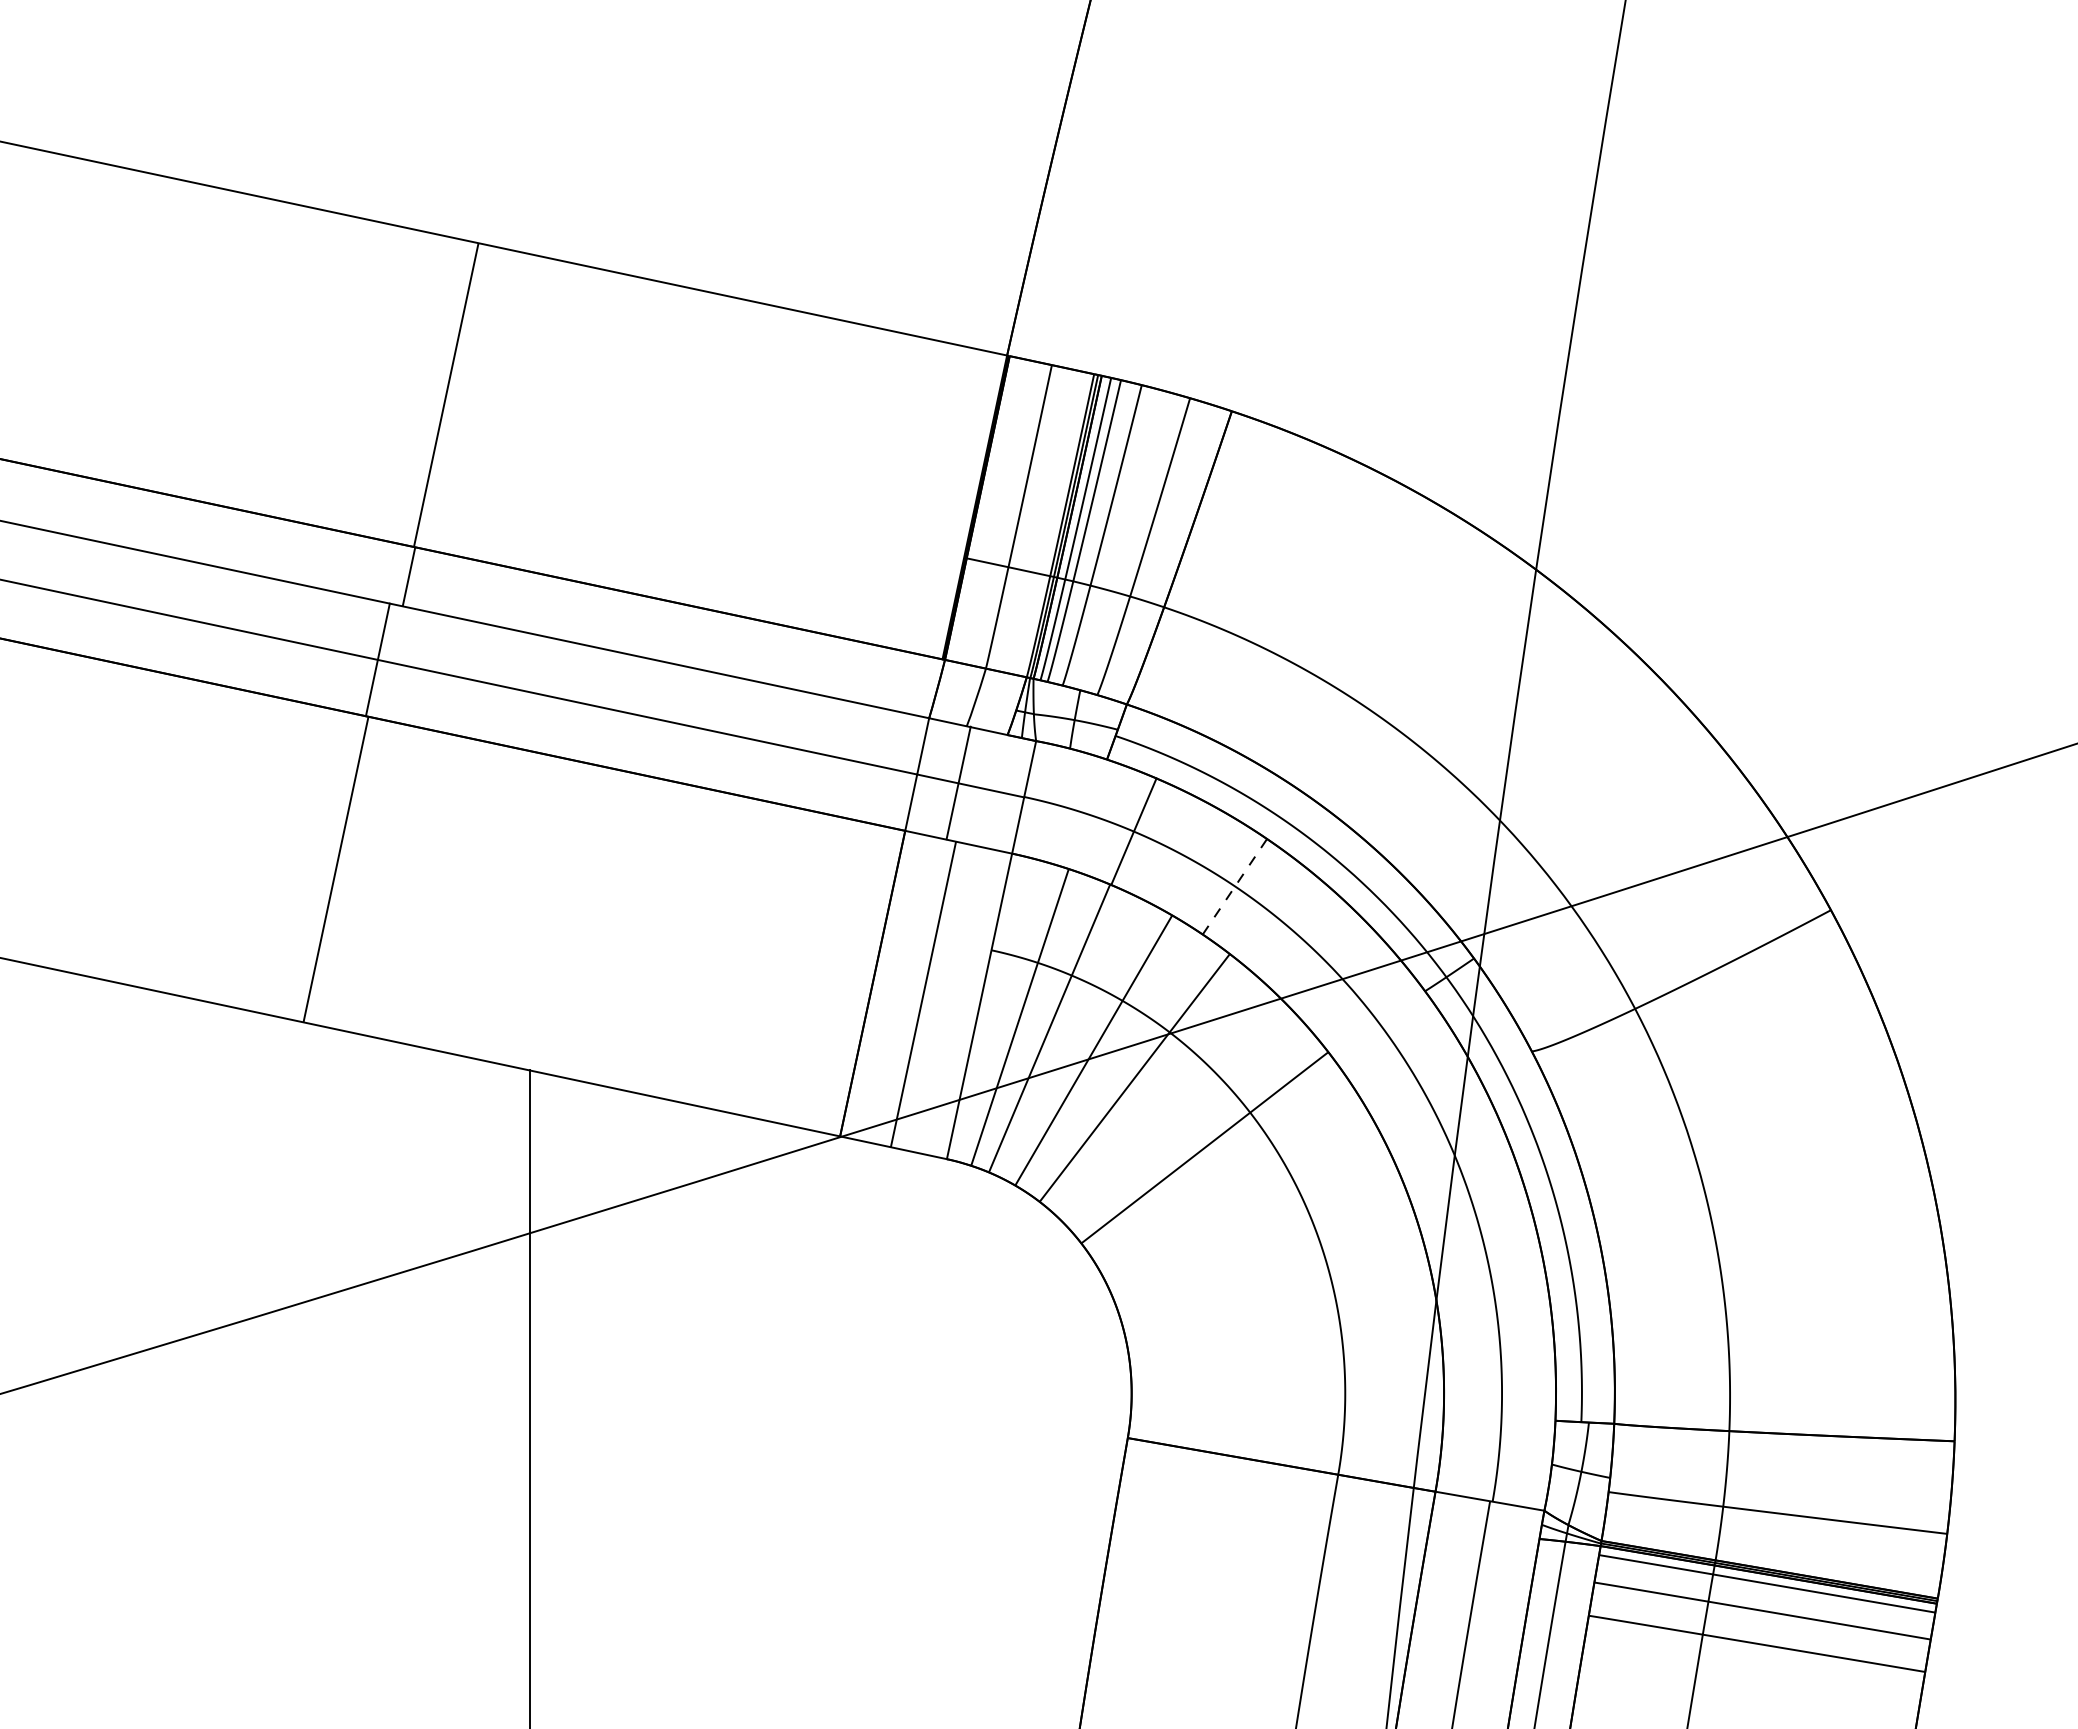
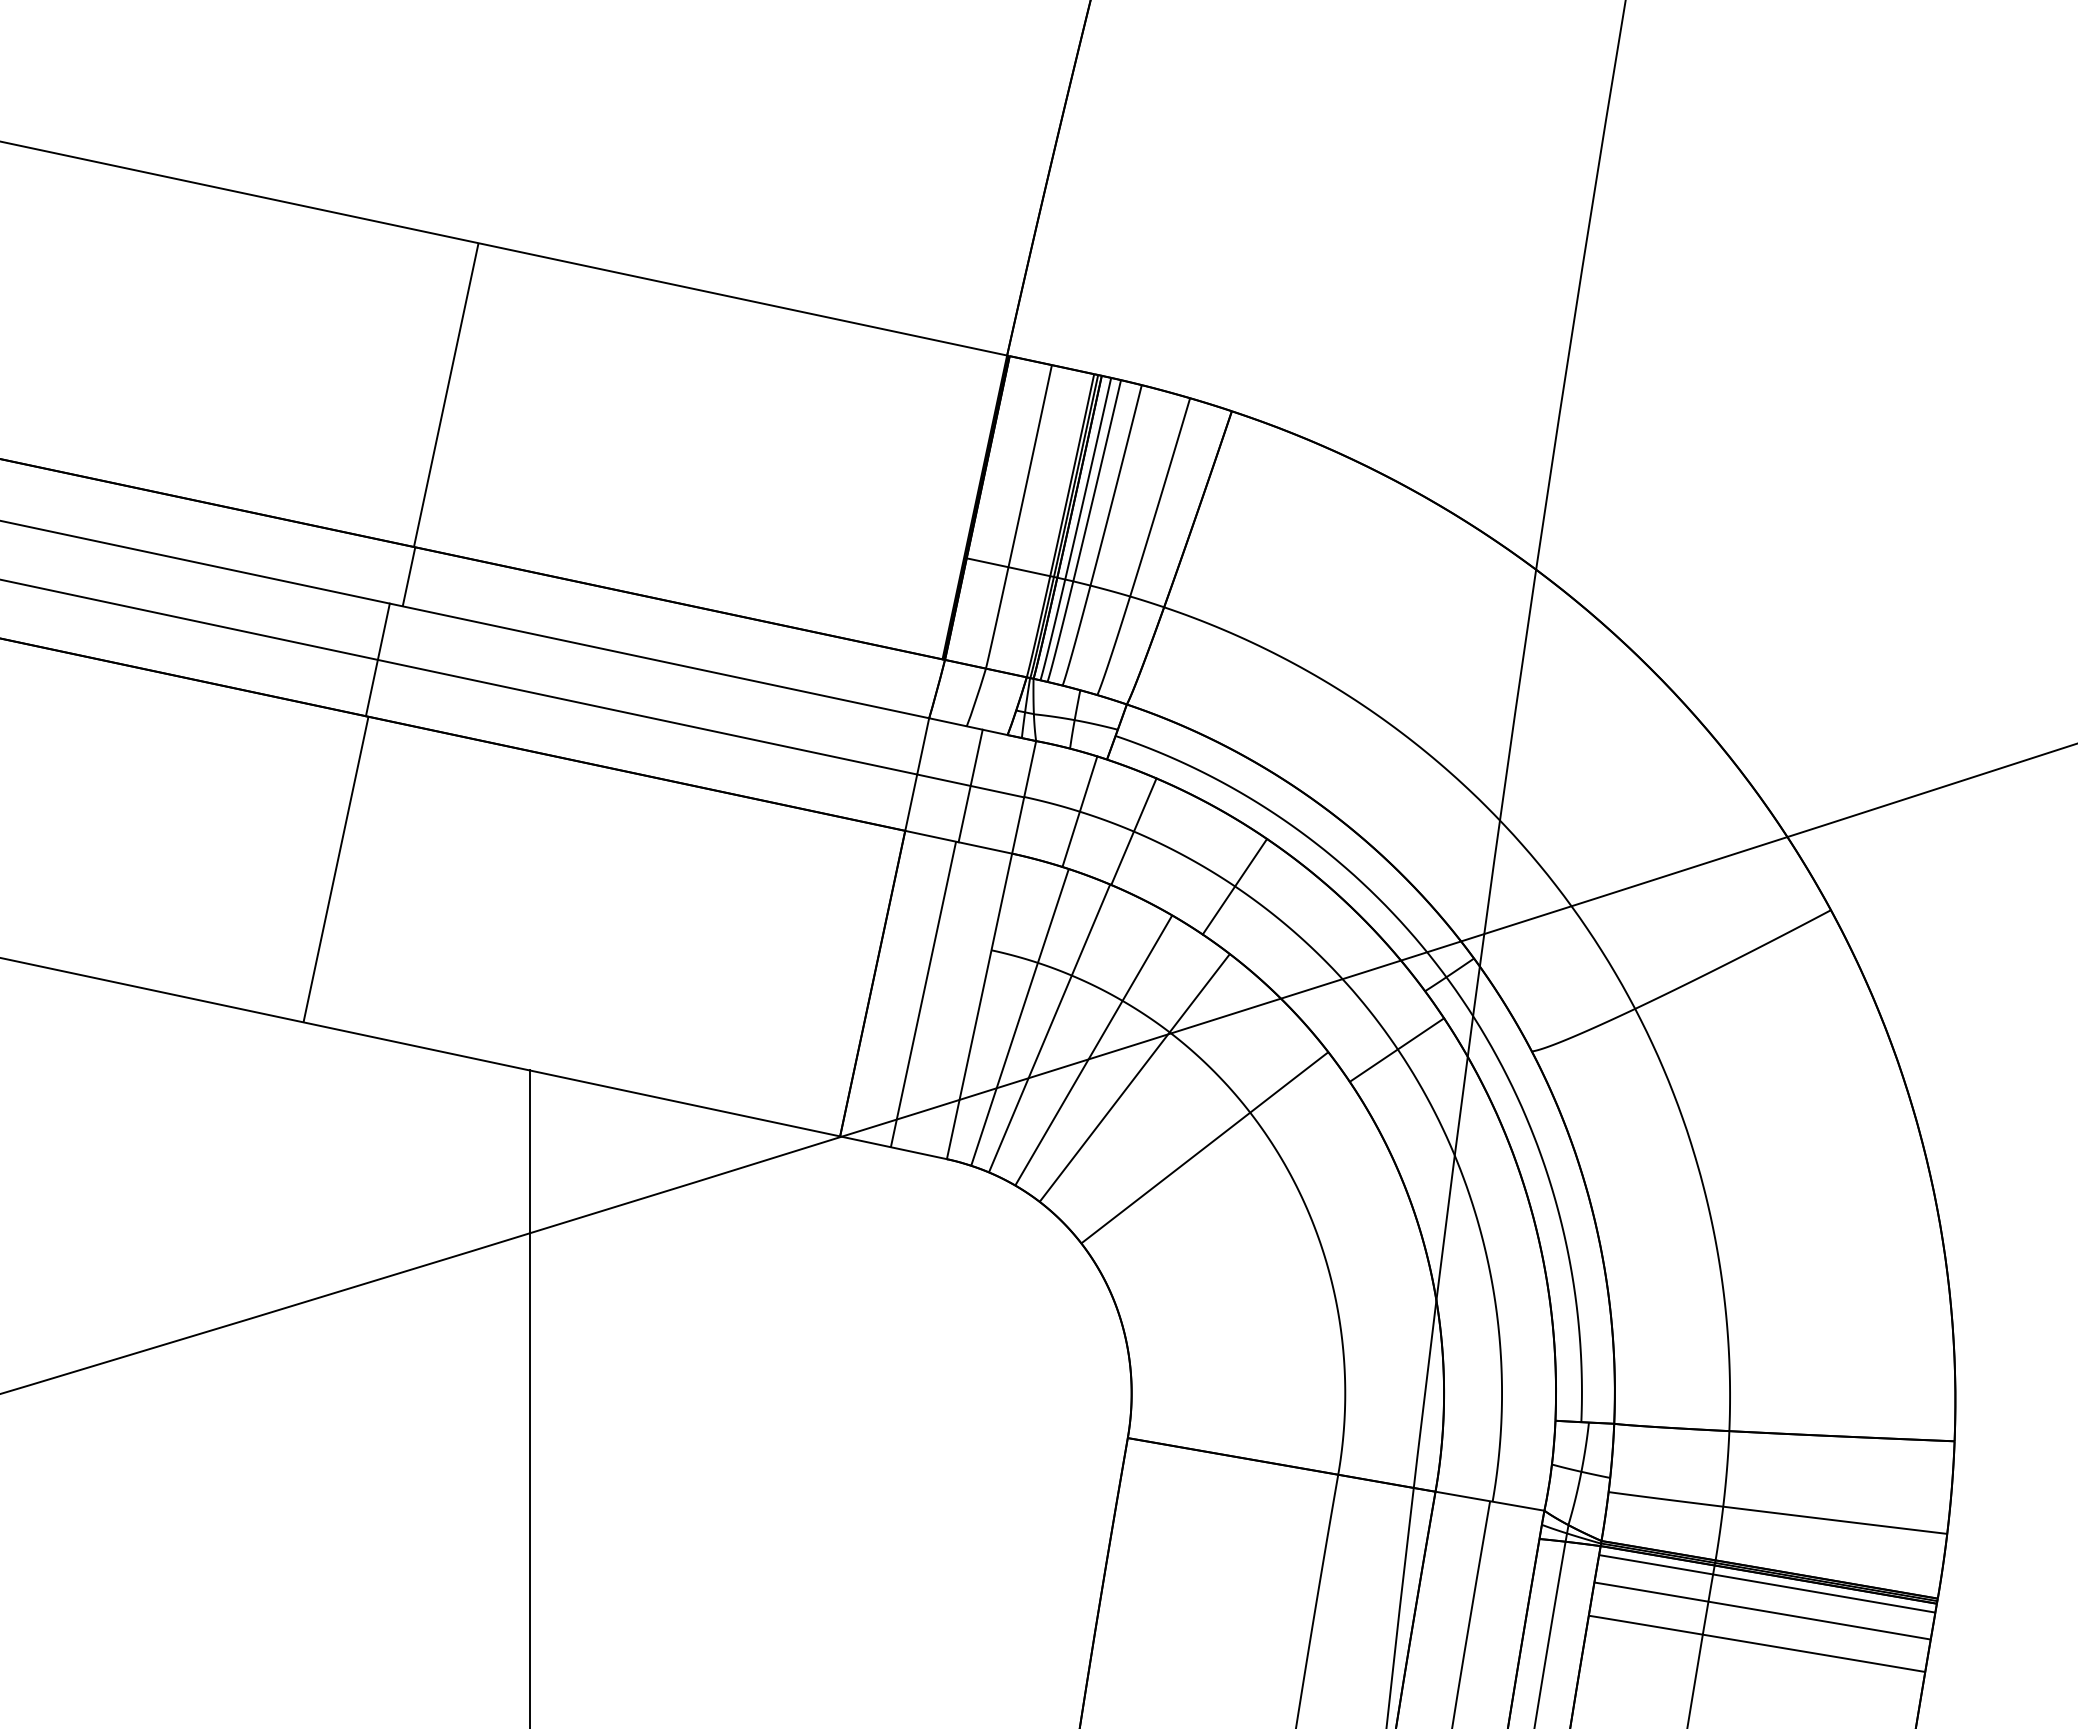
line at (958, 782) position: (958, 782) -> (970, 785)
line at (1079, 811): none -> present
line at (1234, 886): dashed -> solid
line at (1396, 1049): none -> present
